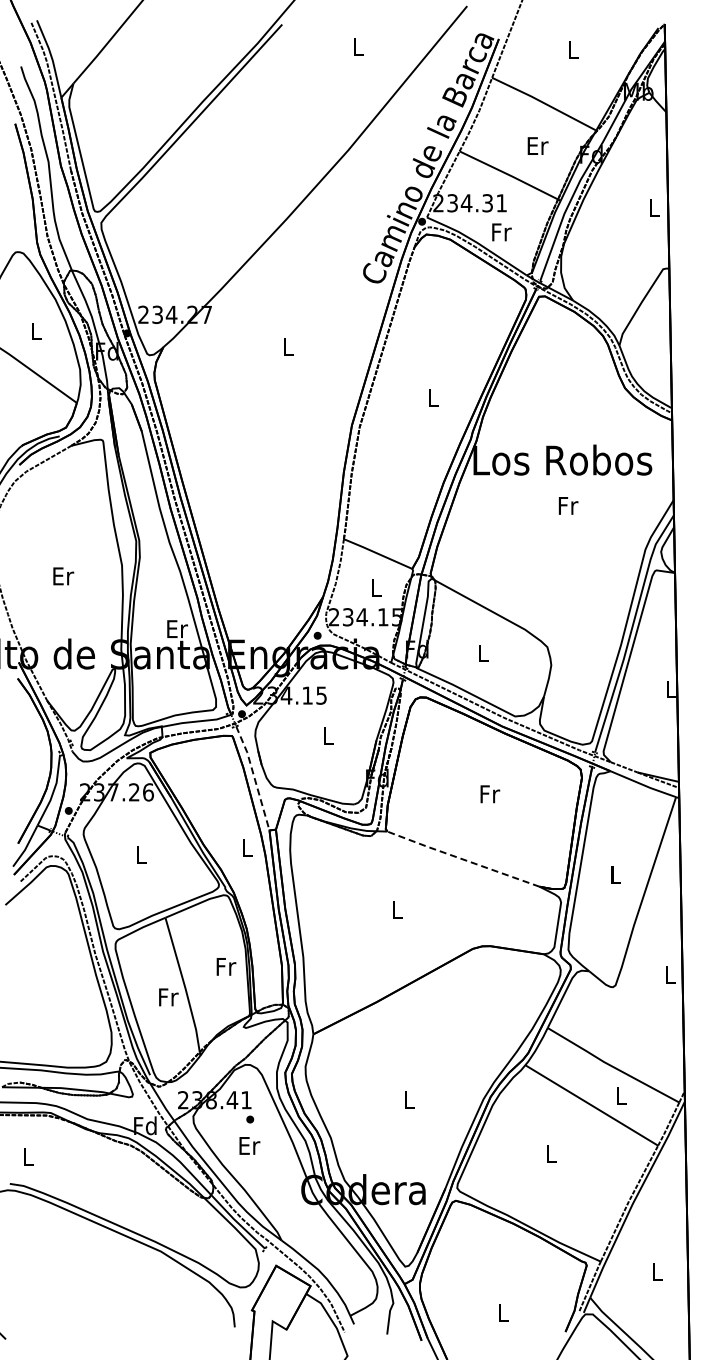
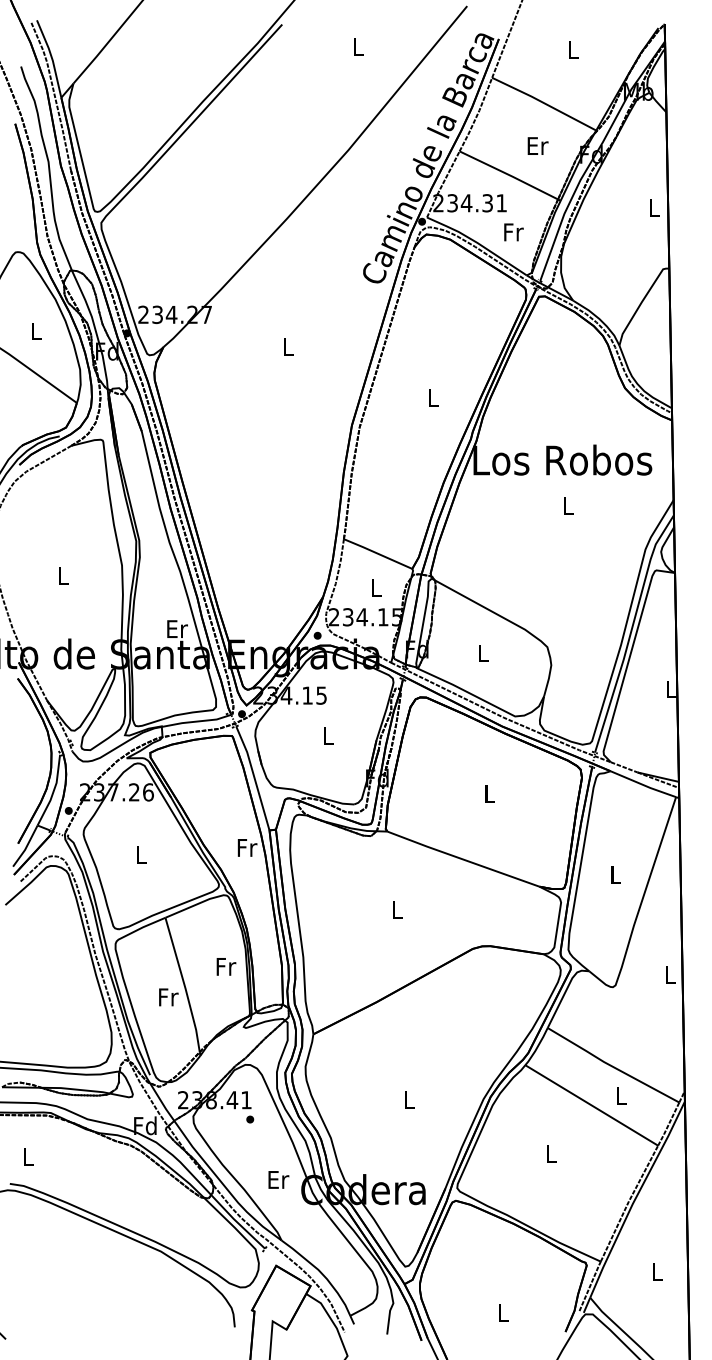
text at (501, 232) position: (501, 232) -> (513, 232)
text at (568, 505): Fr -> L
text at (63, 576): Er -> L
line at (254, 777): dashed -> solid
text at (490, 794): Fr -> L
text at (247, 847): L -> Fr
line at (462, 859): dashed -> solid
text at (249, 1145) position: (249, 1145) -> (278, 1179)
